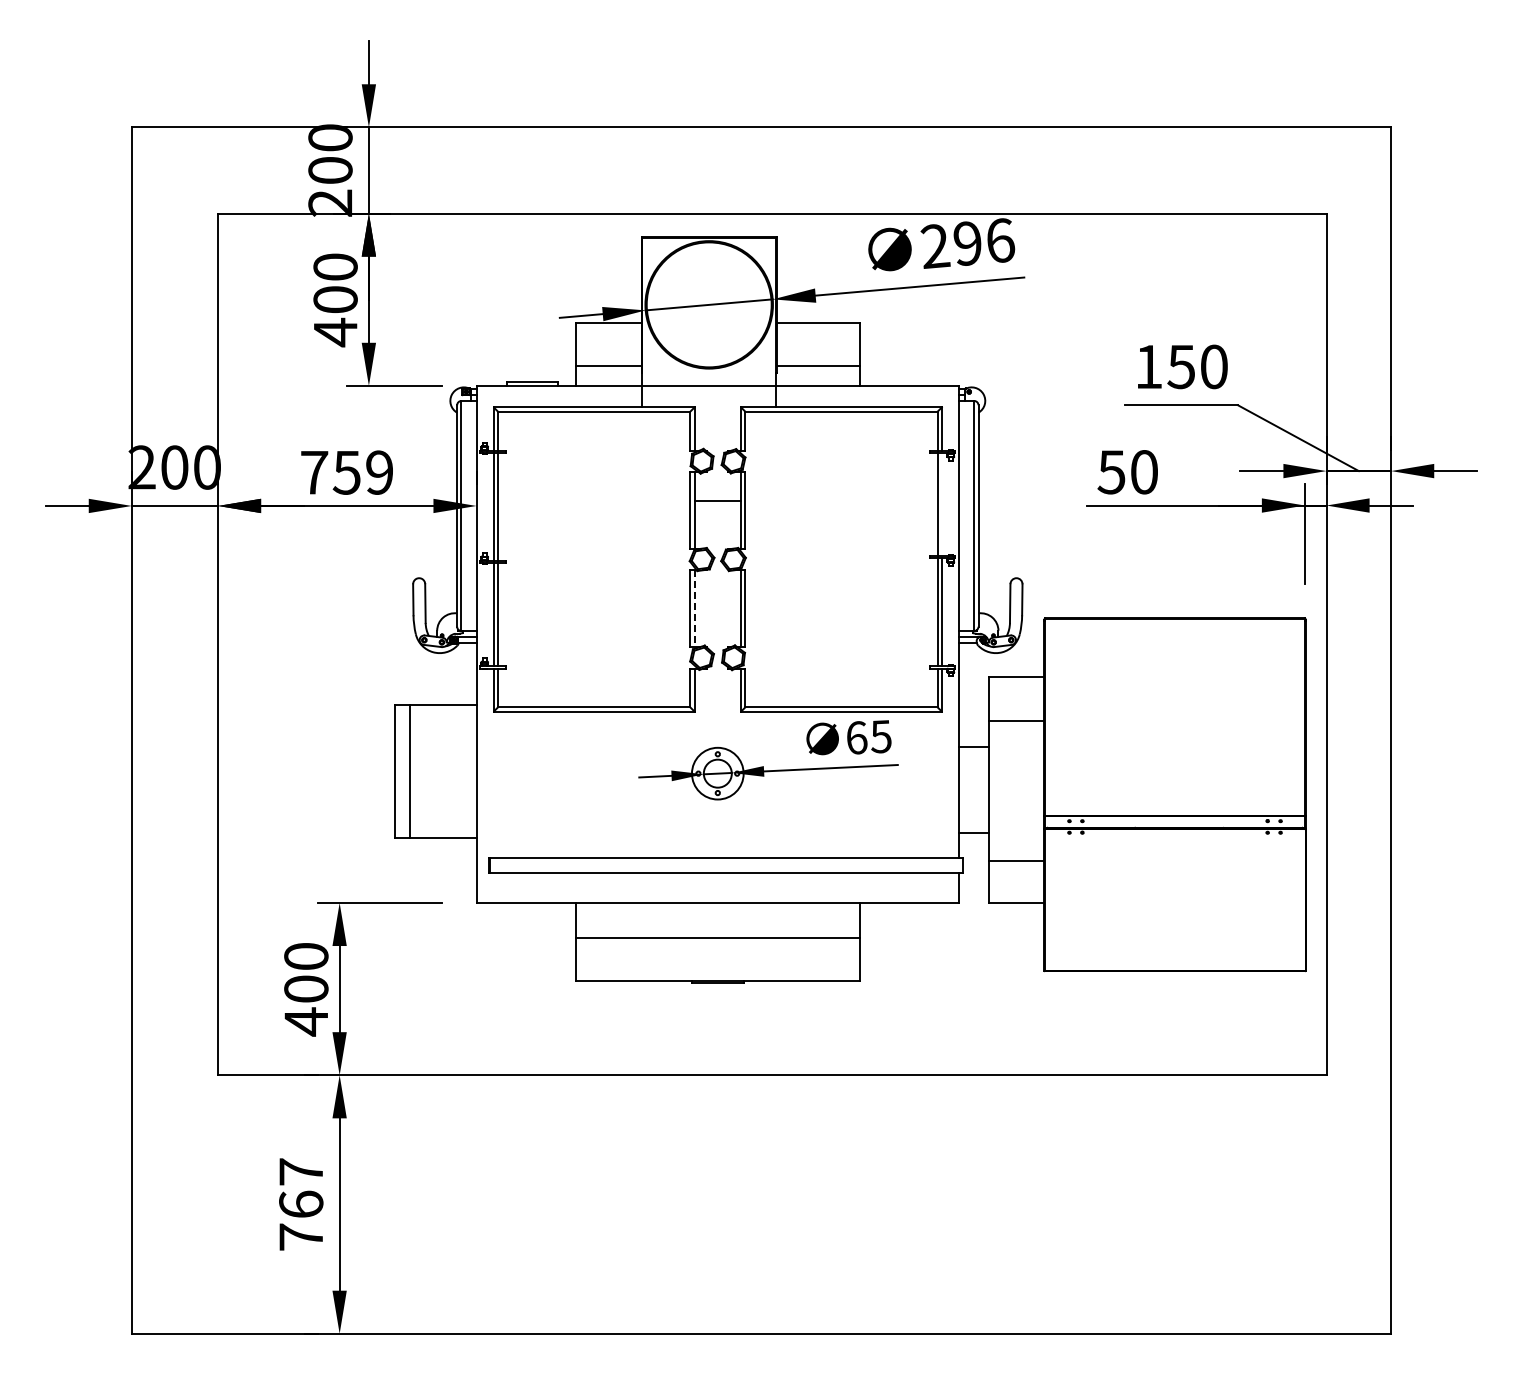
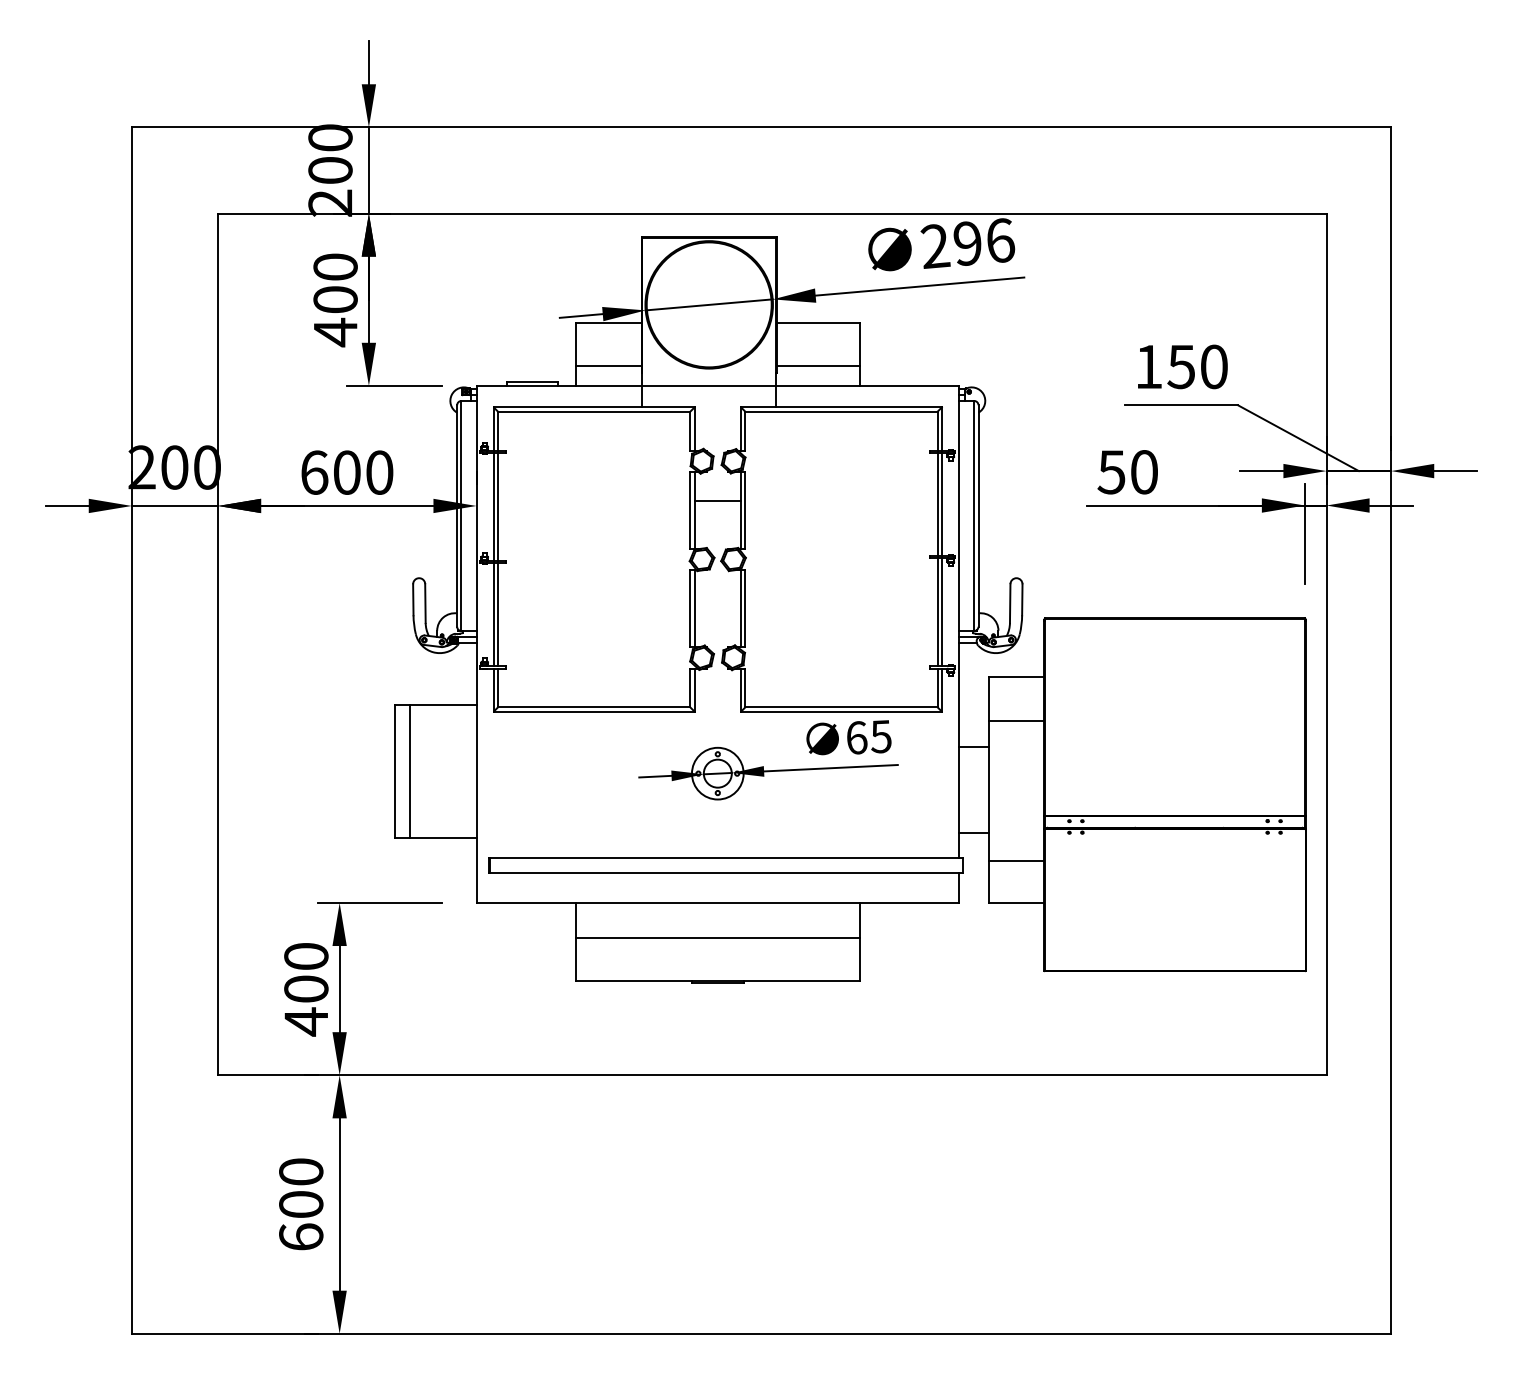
text at (347, 472): 759 -> 600
line at (941, 504): none -> present
line at (694, 609): dashed -> solid
text at (301, 1204): 767 -> 600
